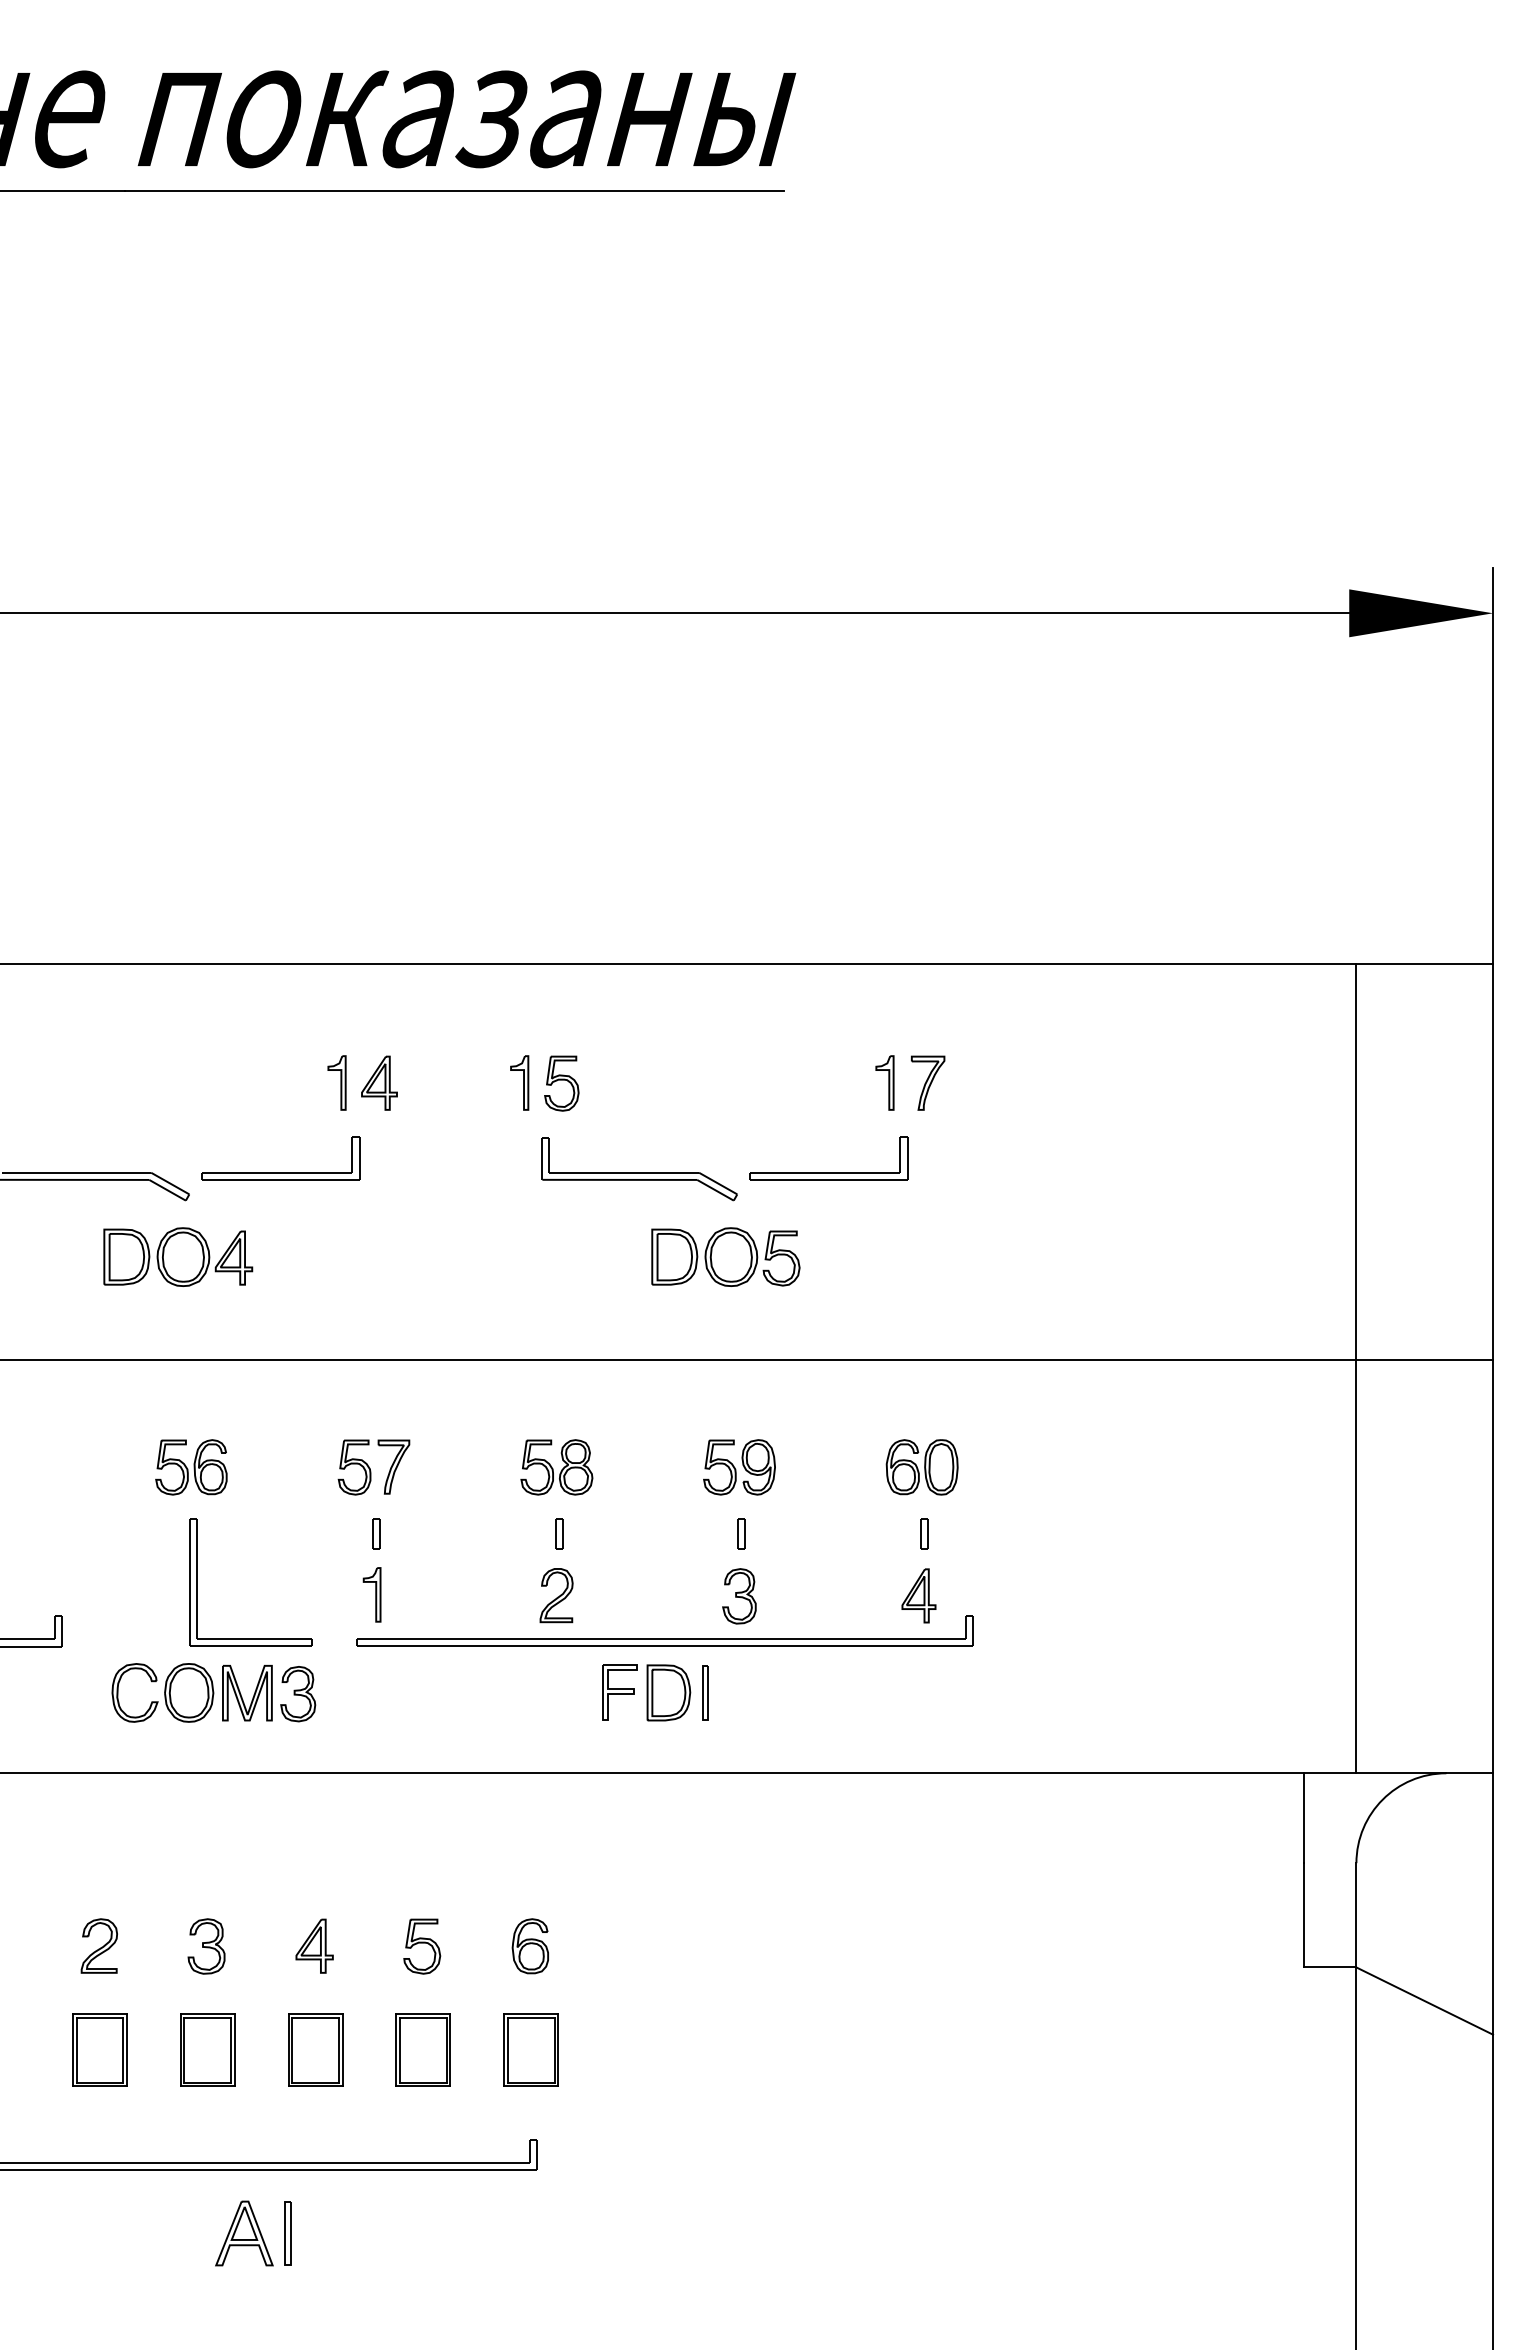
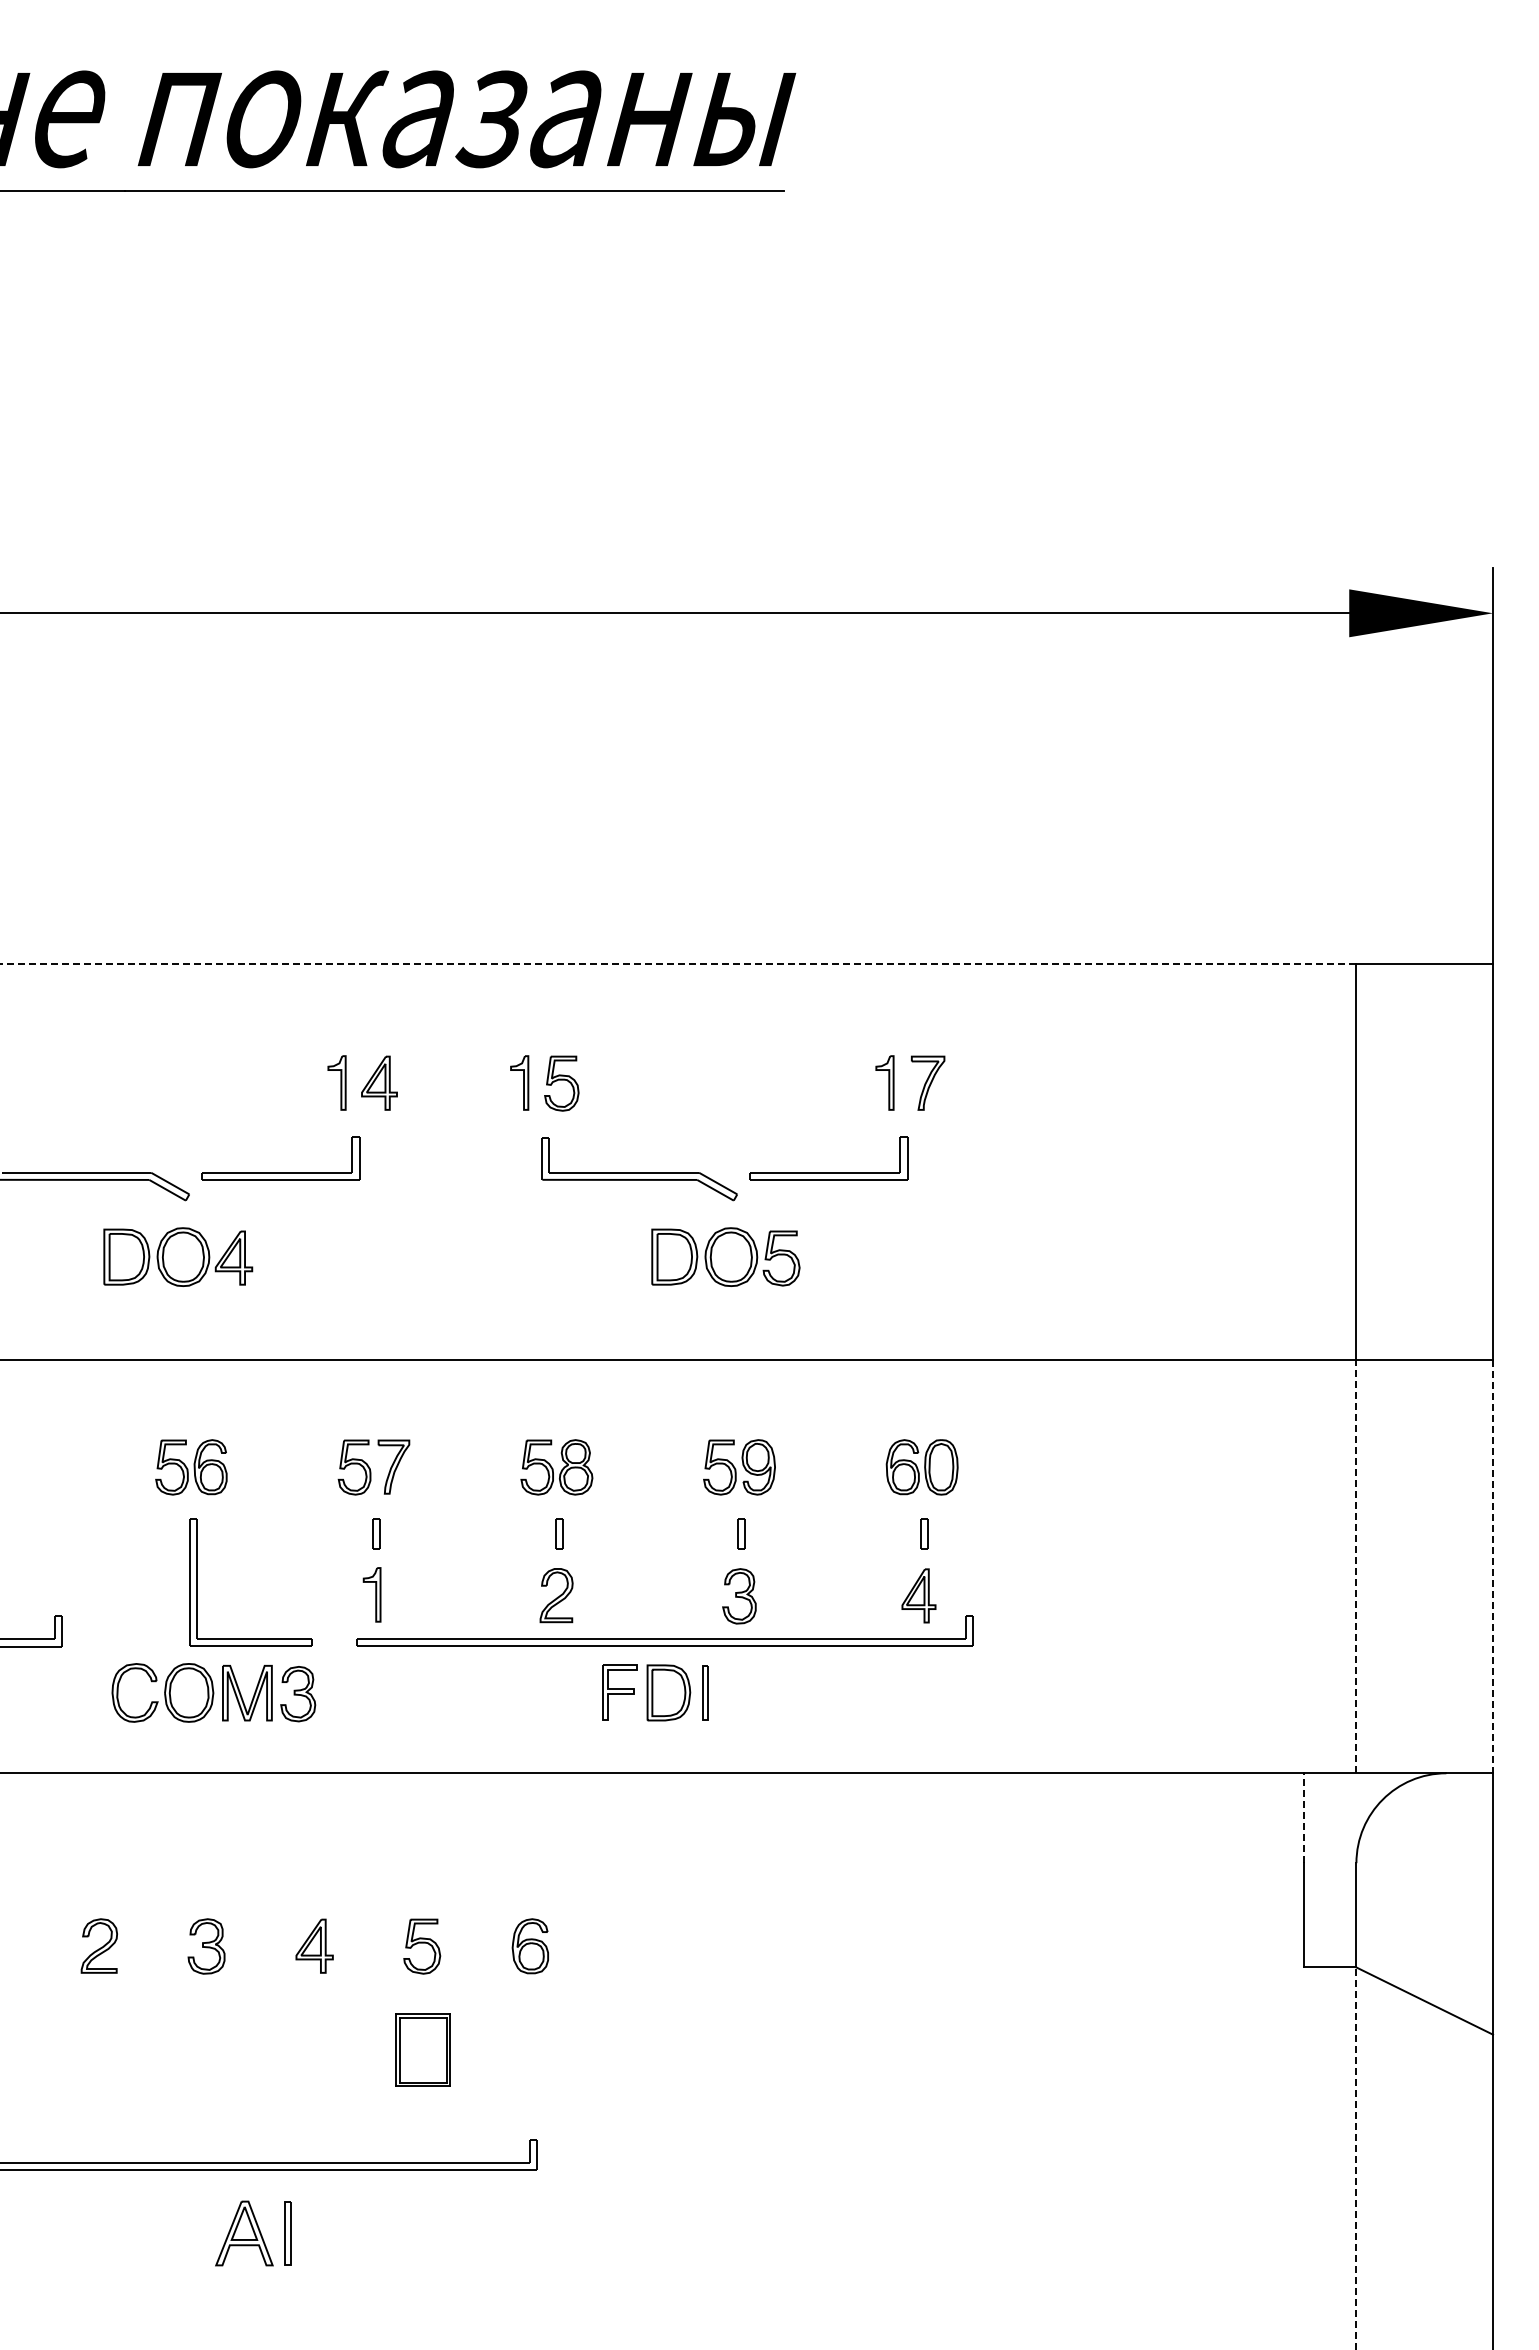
line at (678, 964): solid -> dashed
line at (1356, 1566): solid -> dashed
line at (1493, 1566): solid -> dashed
line at (1304, 1818): solid -> dashed
part at (99, 2049): present -> none
part at (207, 2049): present -> none
part at (315, 2049): present -> none
part at (530, 2049): present -> none
line at (1356, 2158): solid -> dashed
